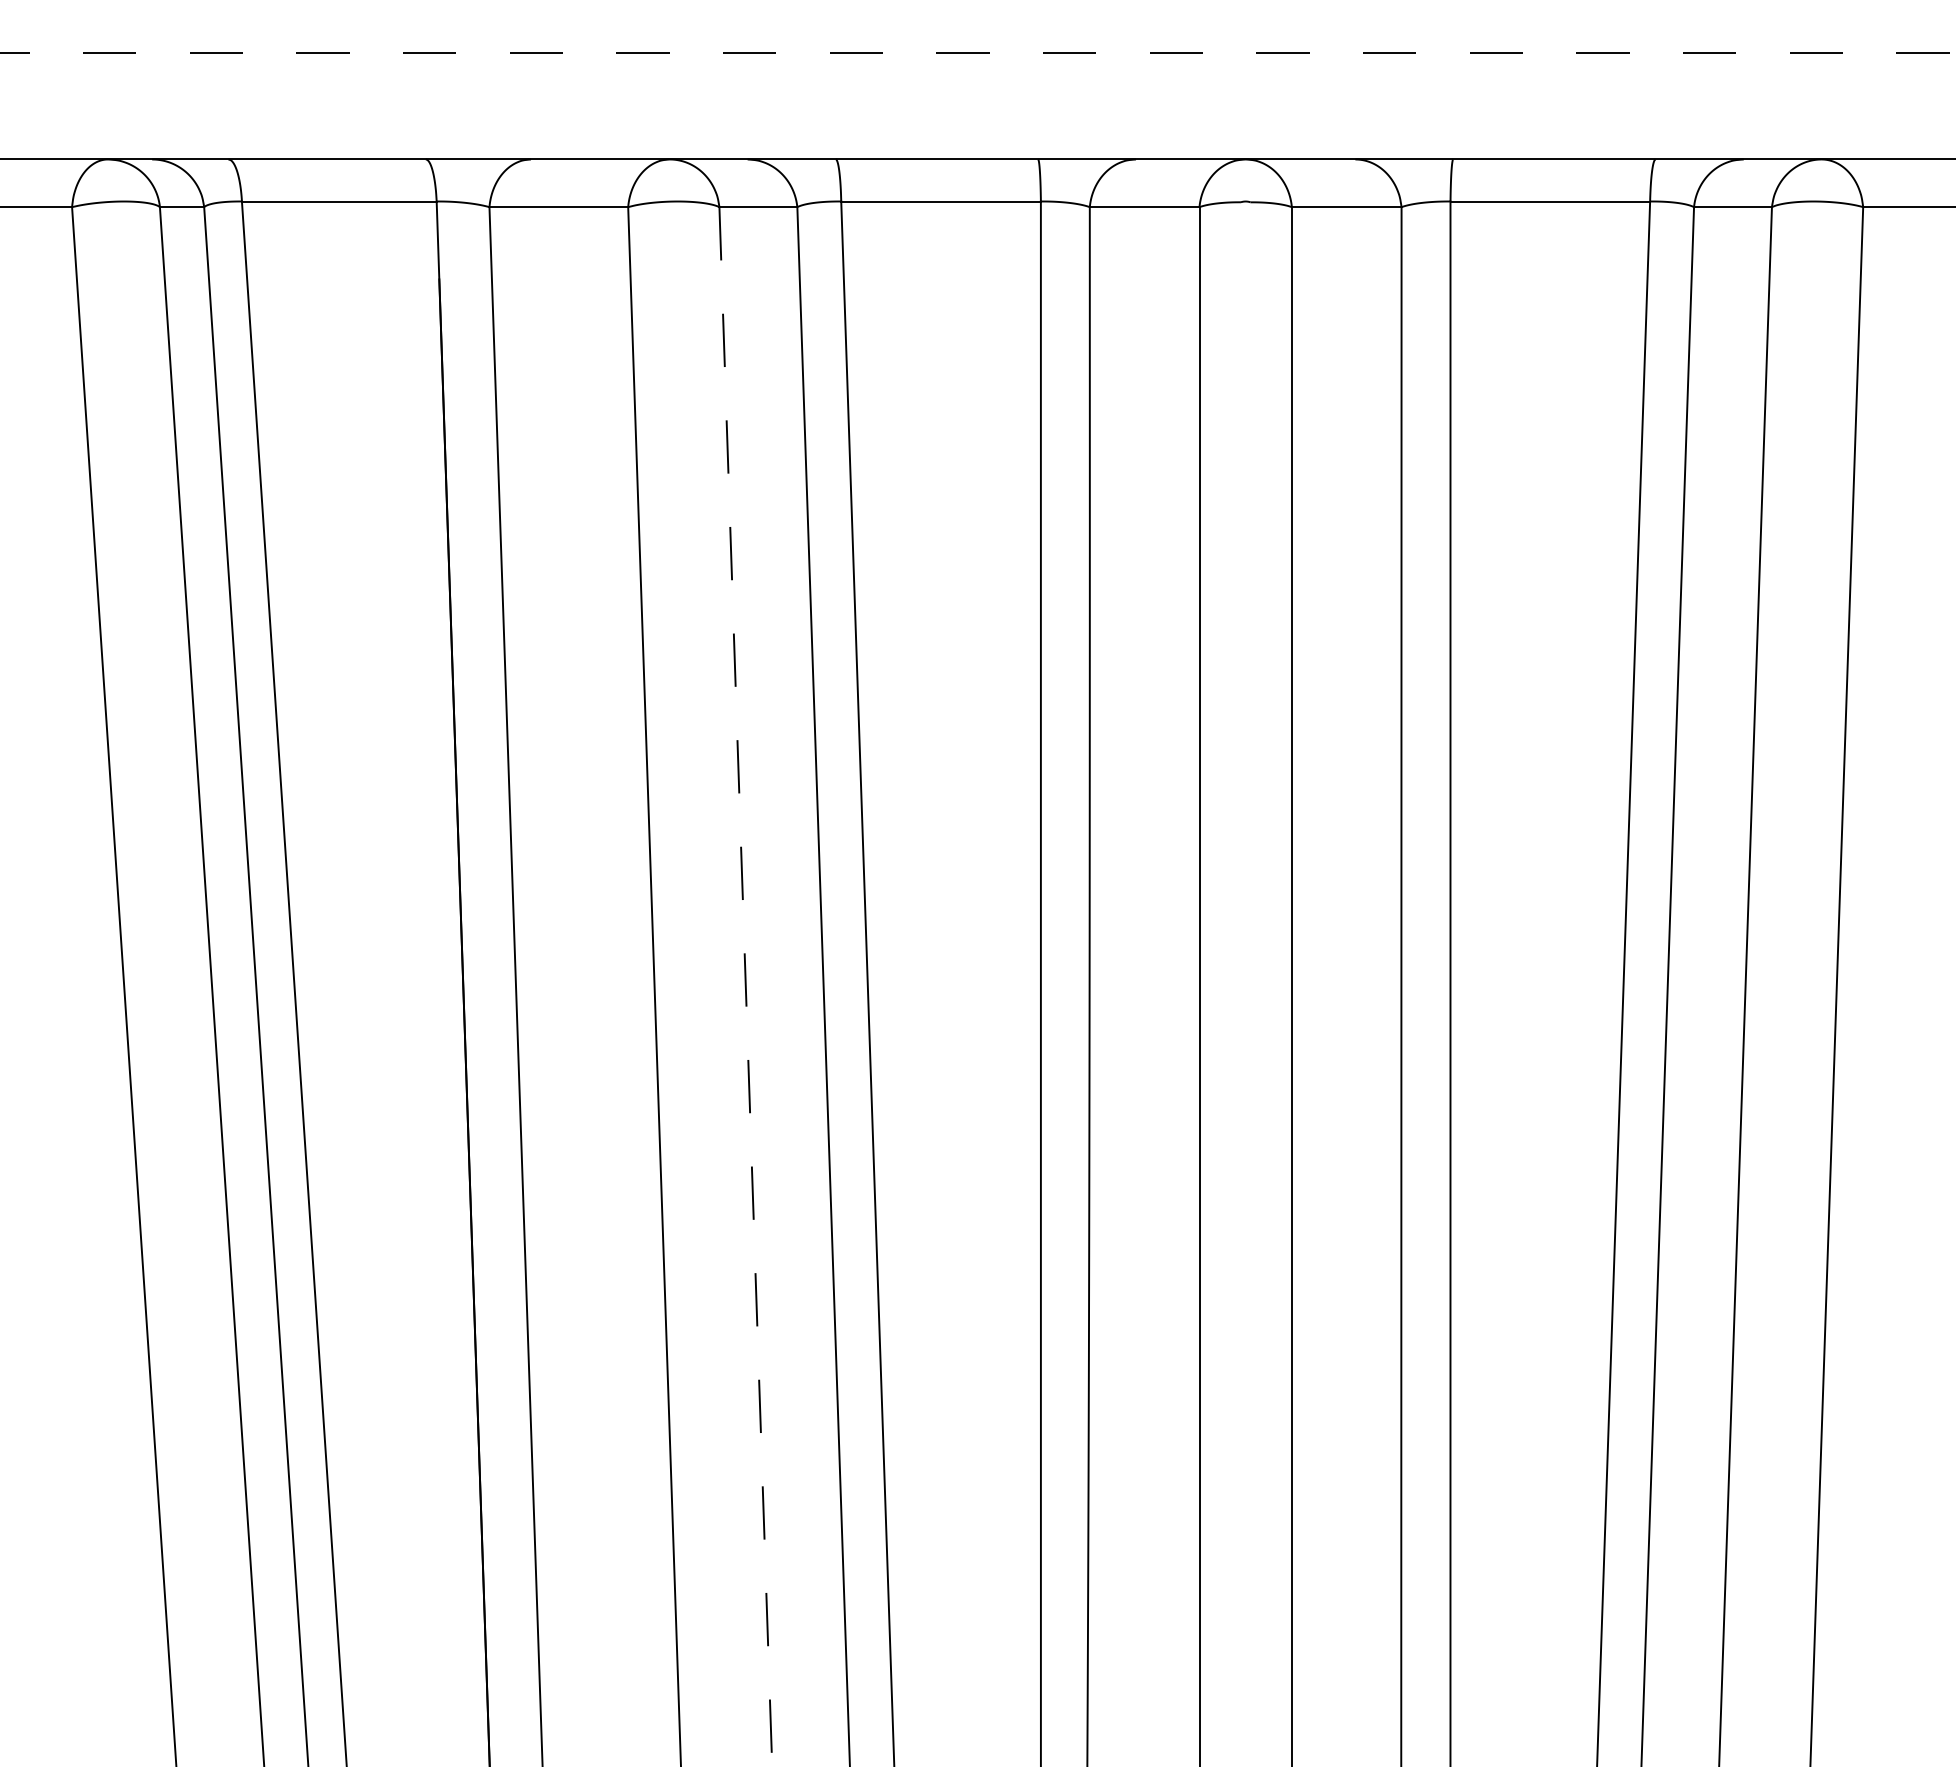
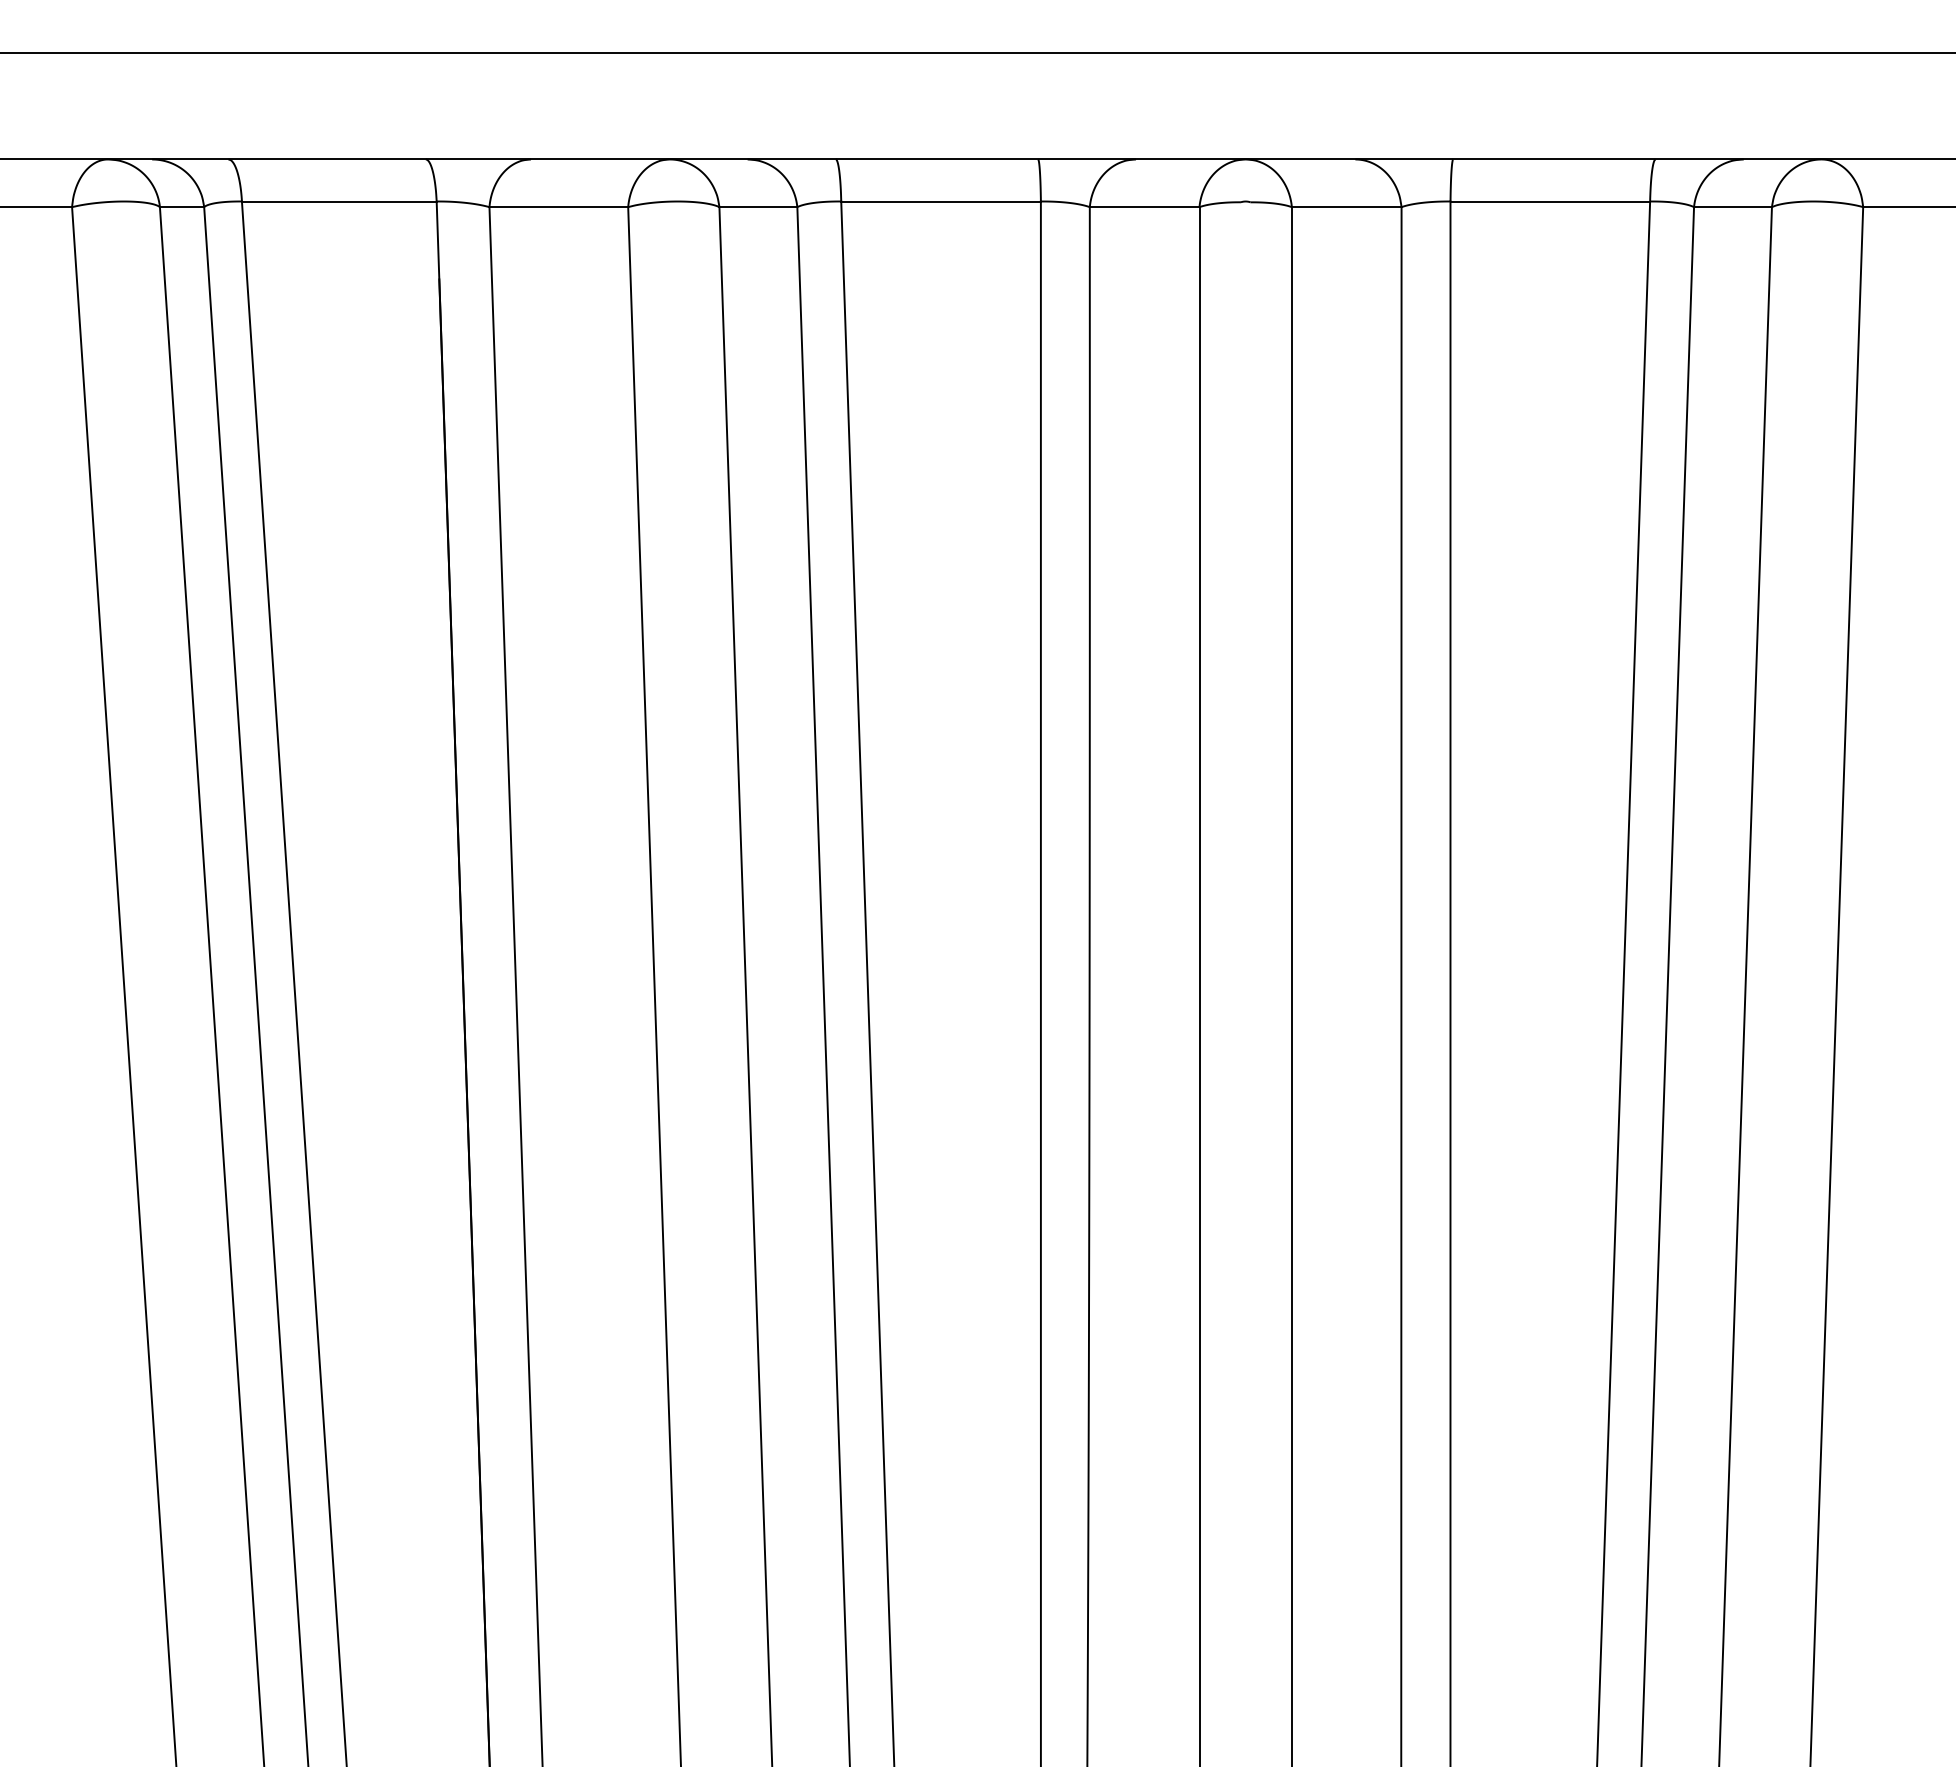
line at (978, 52): dashed -> solid
line at (745, 987): dashed -> solid
